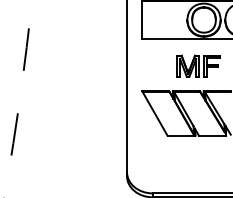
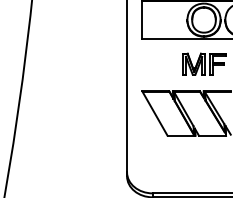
part at (198, 65) position: (198, 65) -> (204, 63)
arc at (19, 98): dashed -> solid
